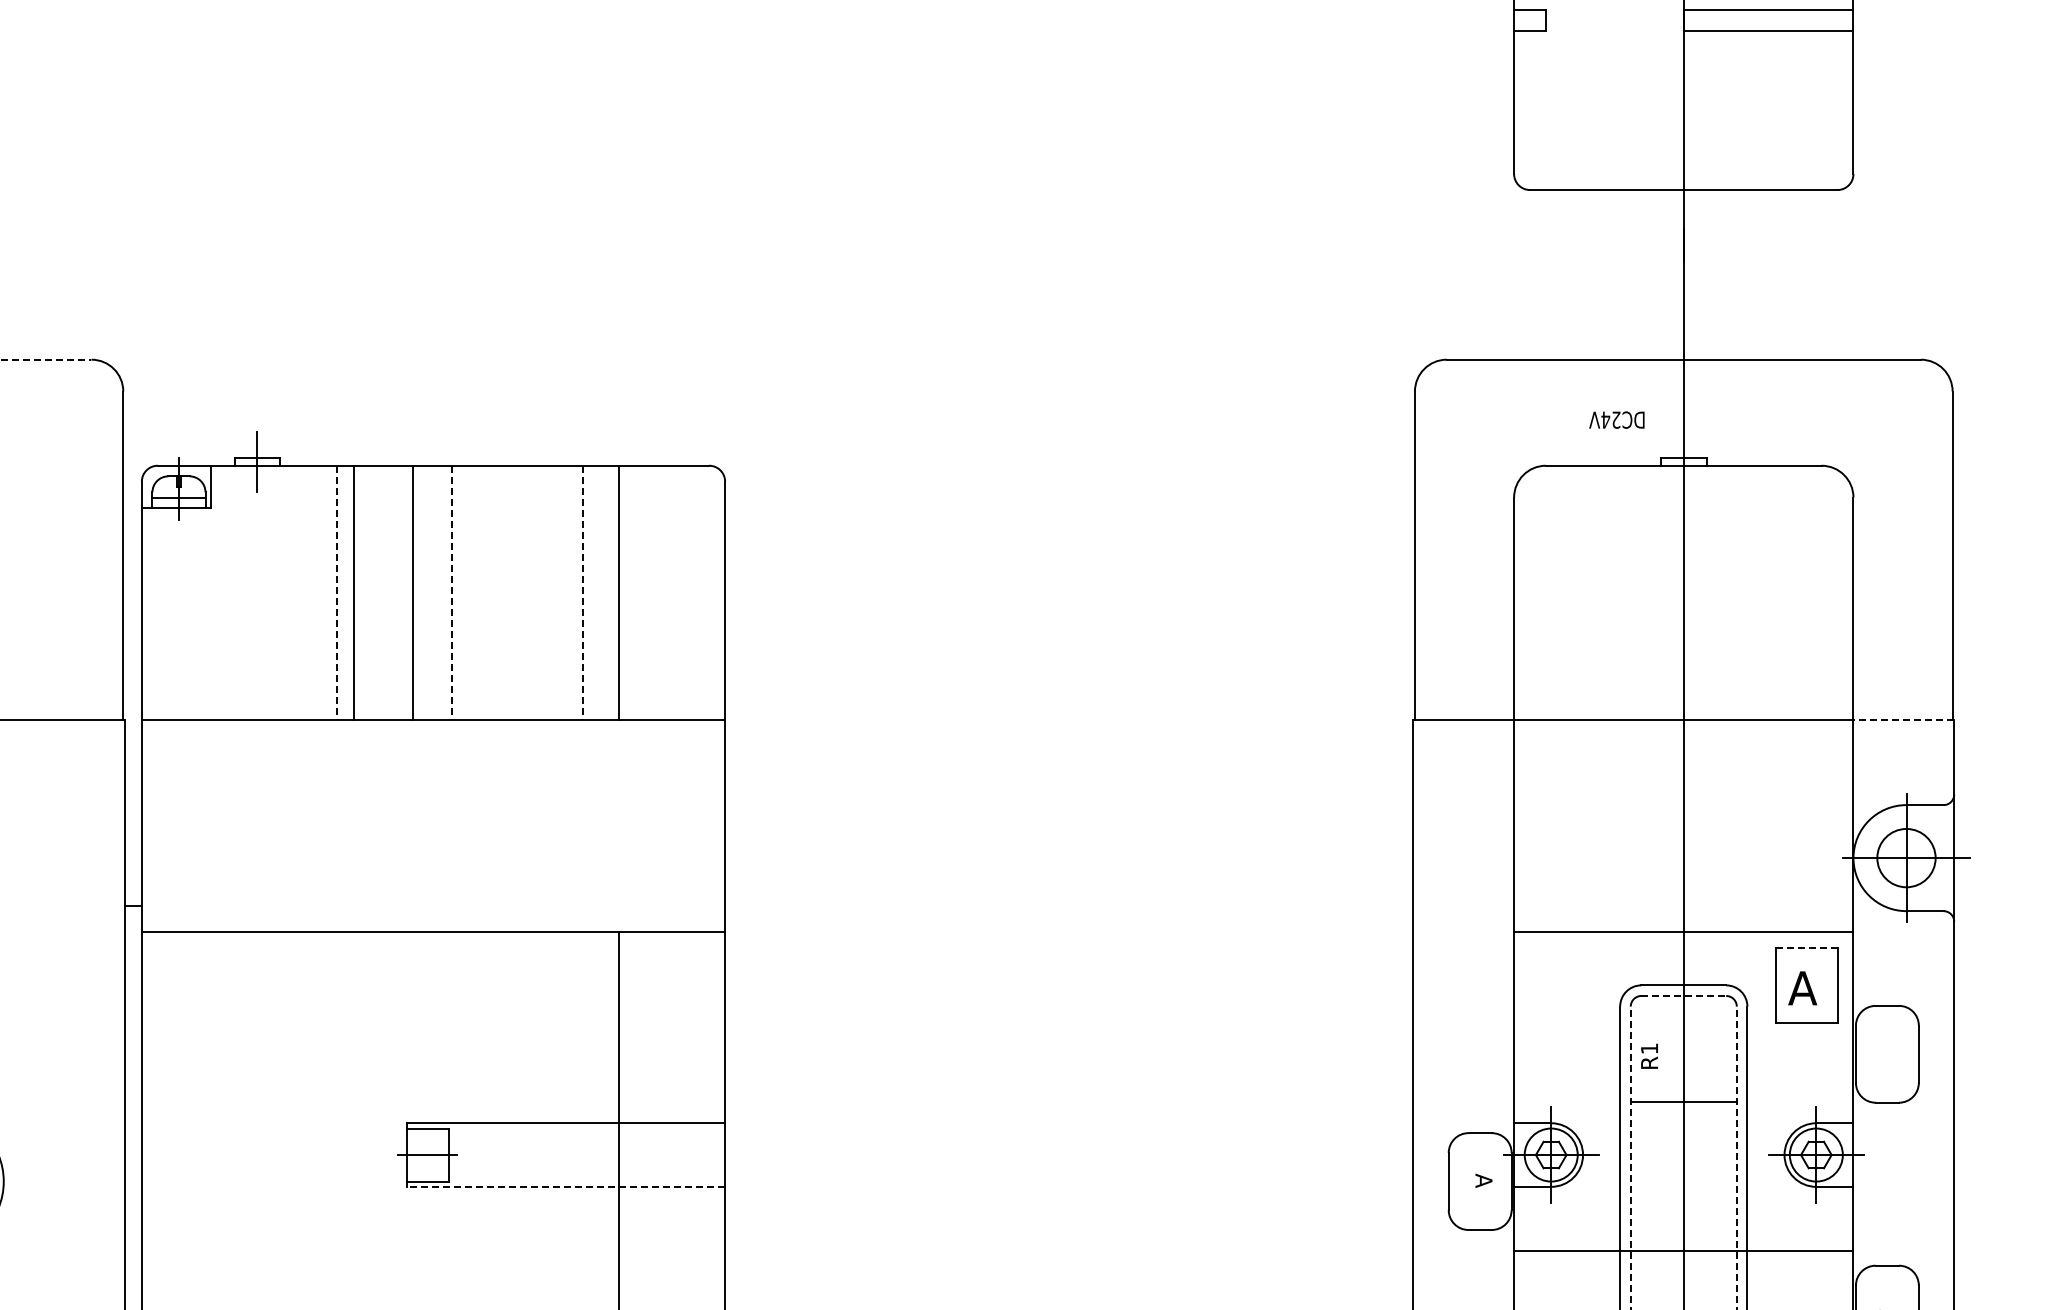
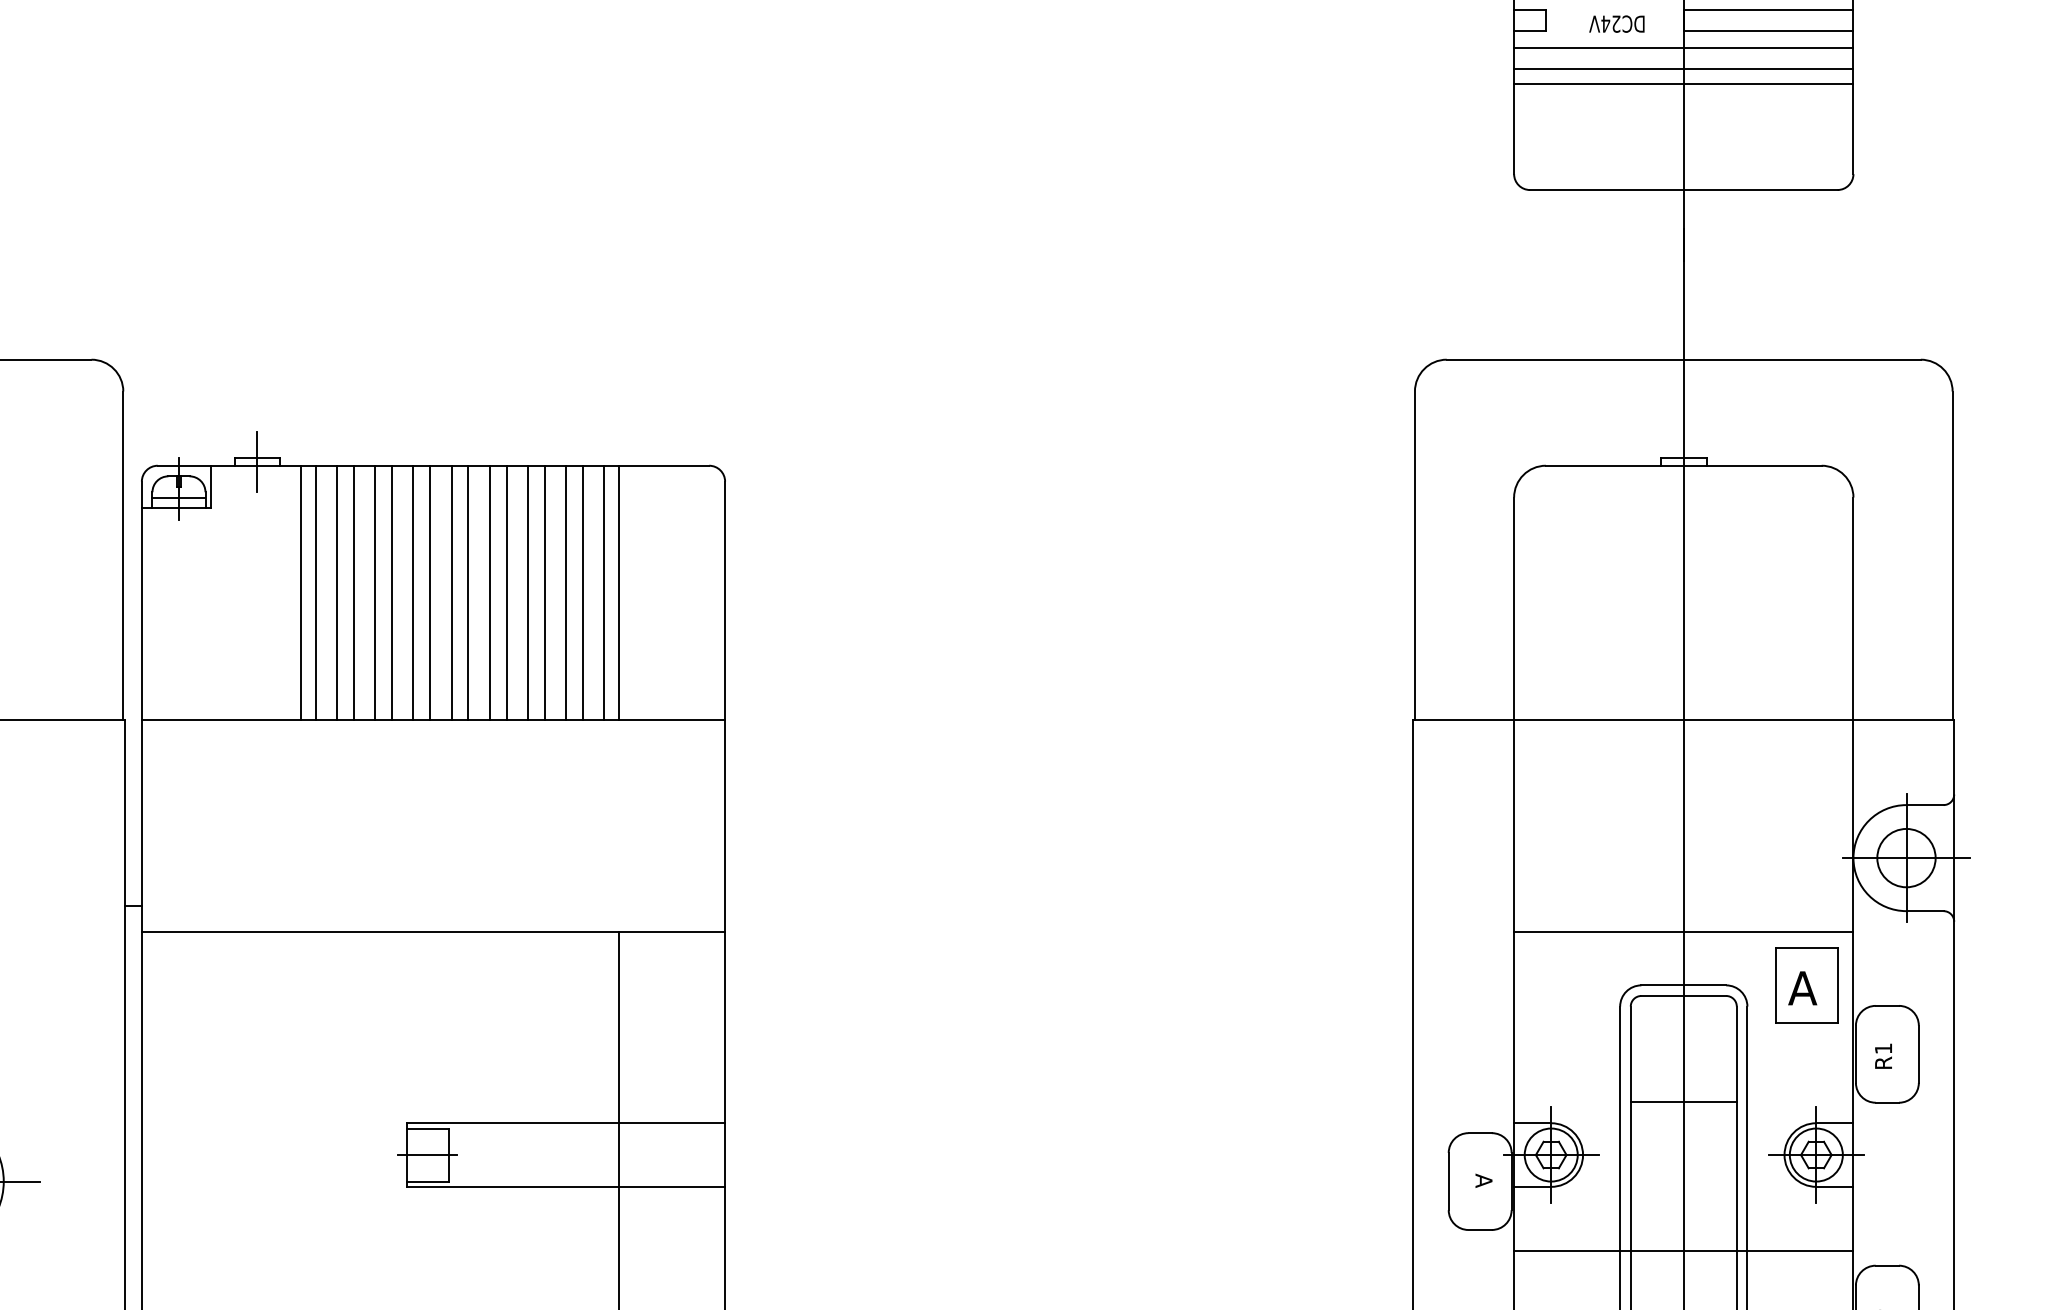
line at (1683, 47): none -> present
line at (1683, 69): none -> present
line at (1683, 83): none -> present
line at (46, 359): dashed -> solid
text at (1616, 419) position: (1616, 419) -> (1616, 23)
line at (300, 592): none -> present
line at (315, 592): none -> present
line at (375, 592): none -> present
line at (392, 592): none -> present
line at (430, 592): none -> present
line at (468, 592): none -> present
line at (489, 592): none -> present
line at (506, 592): none -> present
line at (527, 592): none -> present
line at (544, 592): none -> present
line at (566, 592): none -> present
line at (604, 592): none -> present
line at (336, 593): dashed -> solid
line at (451, 593): dashed -> solid
line at (583, 593): dashed -> solid
line at (1903, 720): dashed -> solid
line at (1806, 948): dashed -> solid
line at (1684, 995): dashed -> solid
text at (1649, 1055) position: (1649, 1055) -> (1883, 1055)
line at (1630, 1157): dashed -> solid
line at (1736, 1157): dashed -> solid
line at (21, 1181): none -> present
line at (565, 1186): dashed -> solid
